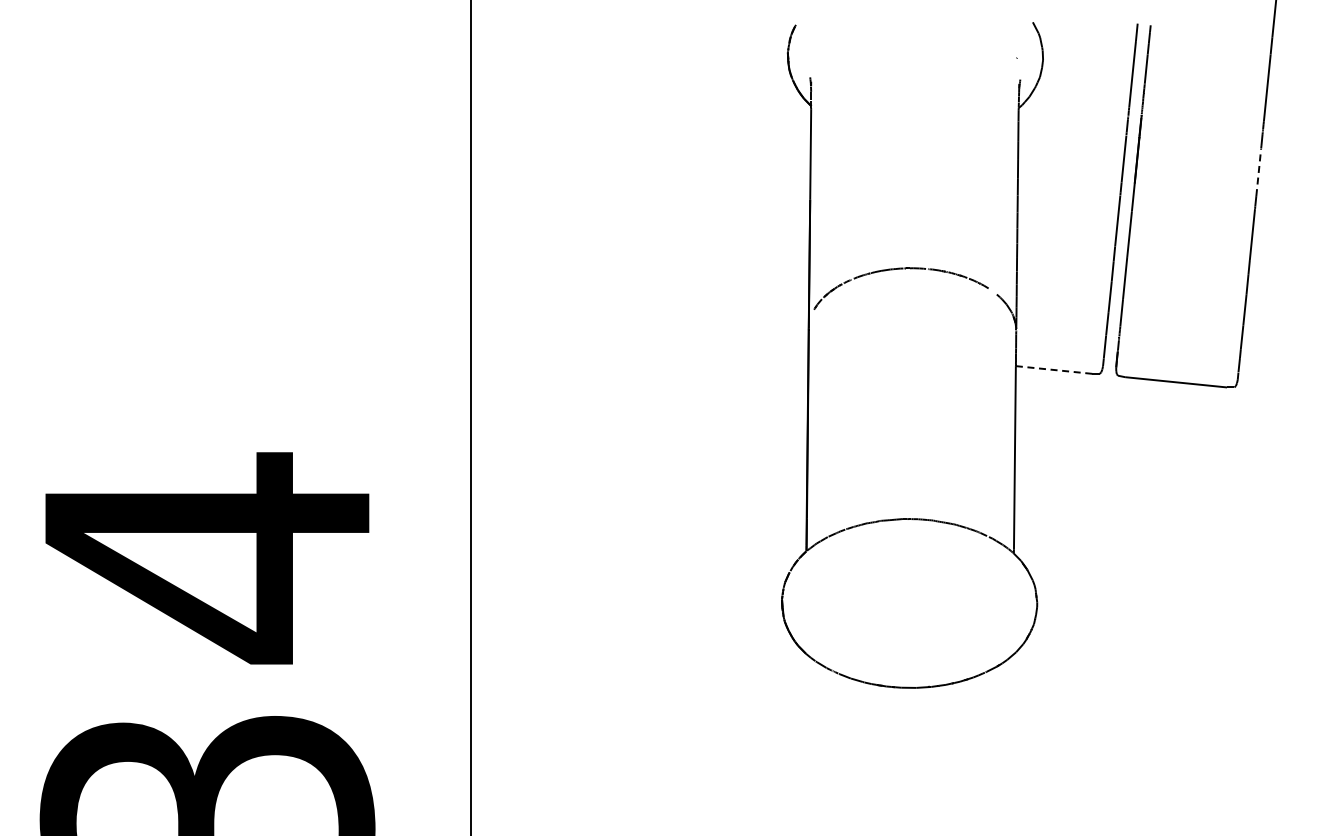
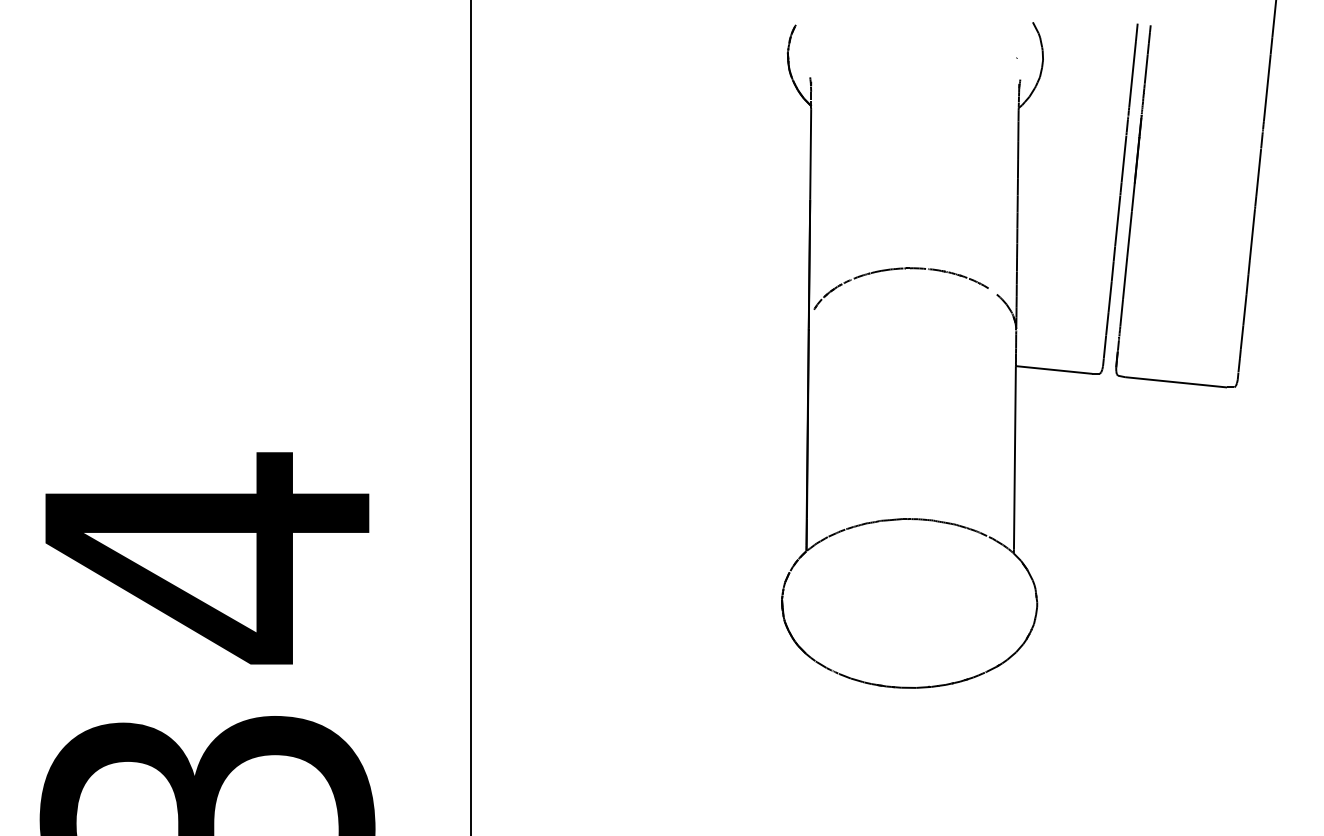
line at (1258, 172): dashed -> solid
line at (1054, 370): dashed -> solid
